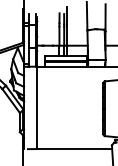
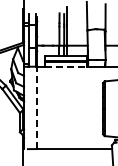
line at (66, 66): solid -> dashed
line at (37, 107): solid -> dashed
